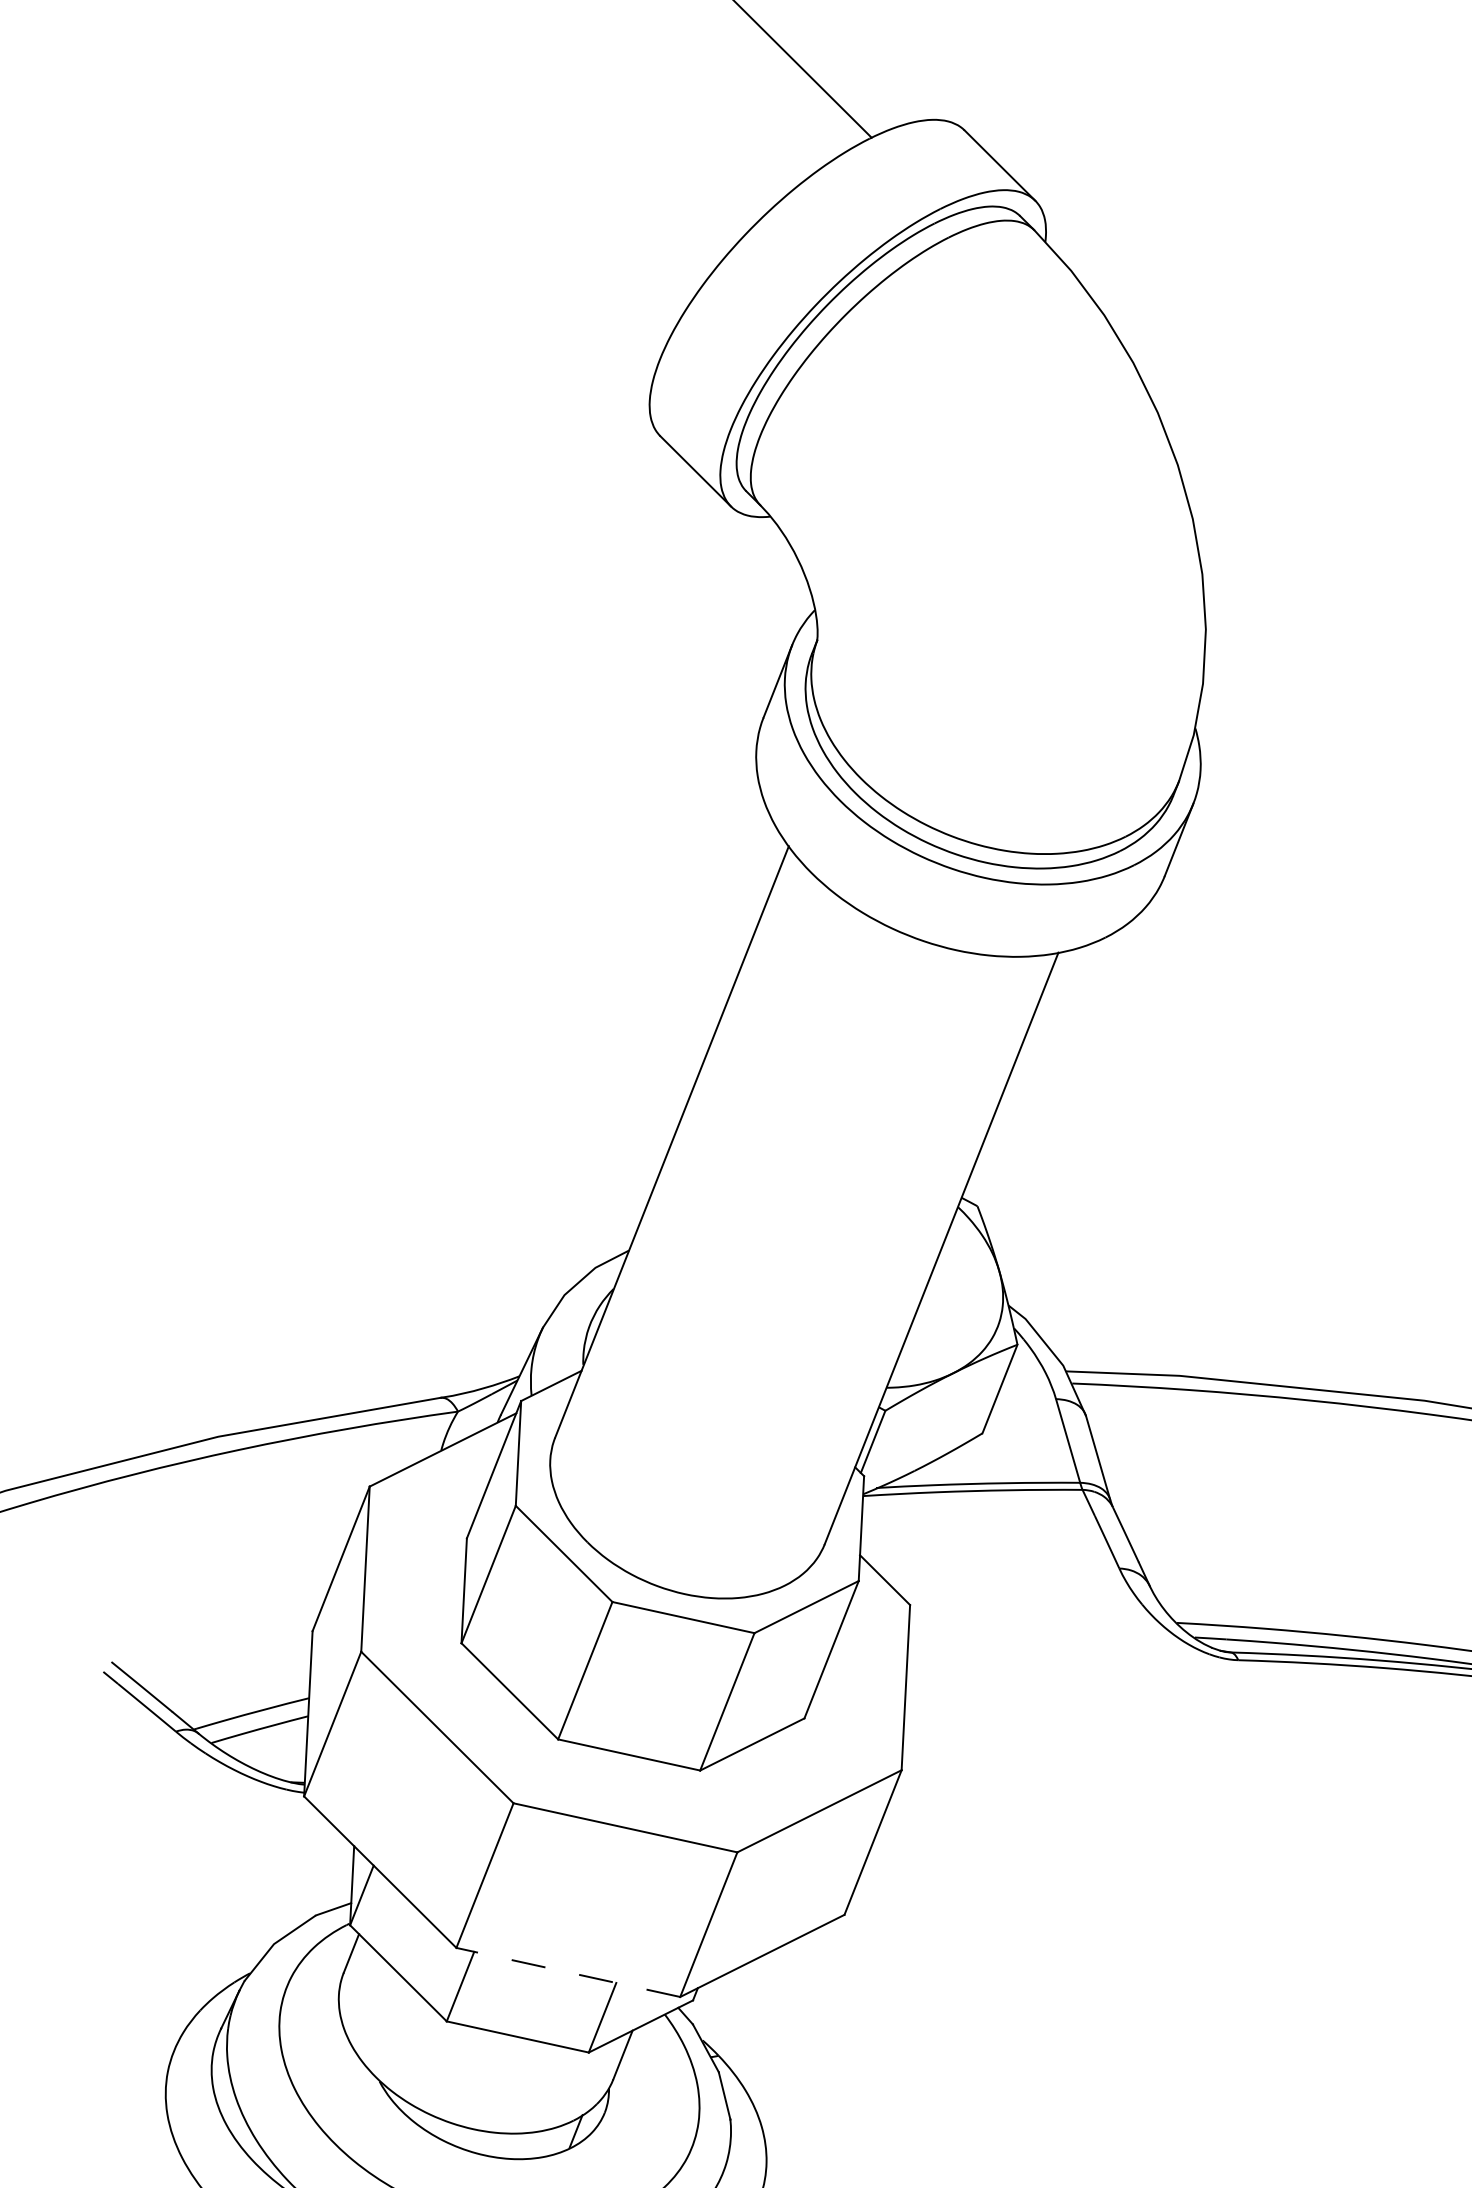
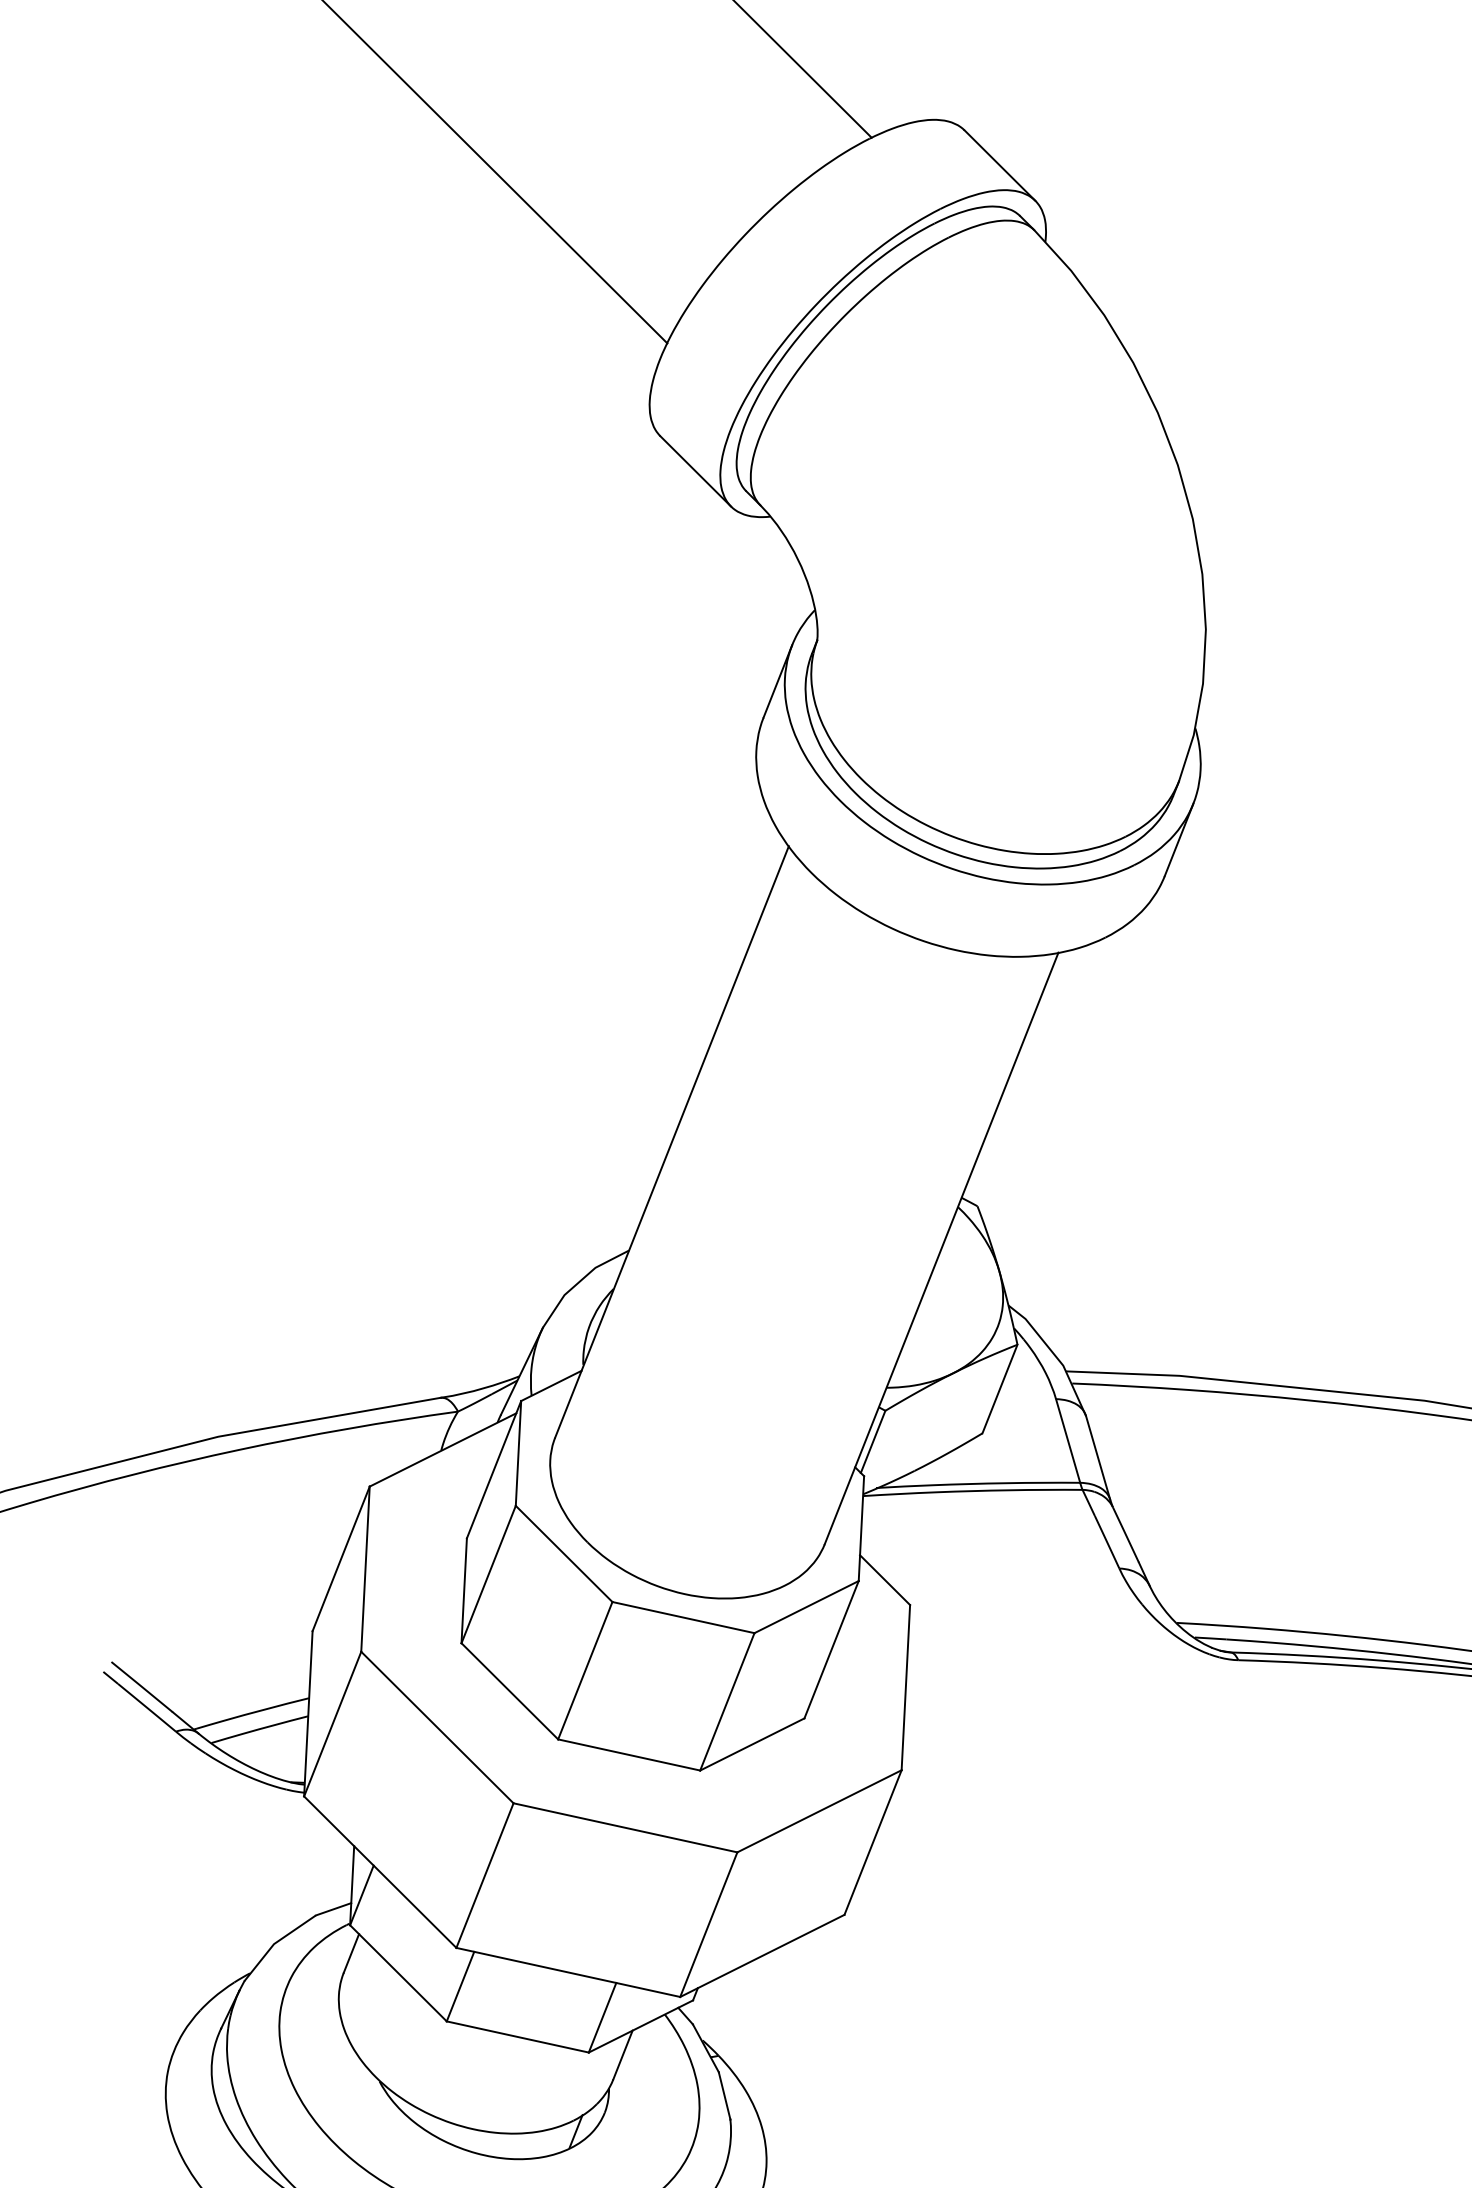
line at (495, 172): none -> present
line at (568, 1972): dashed -> solid
